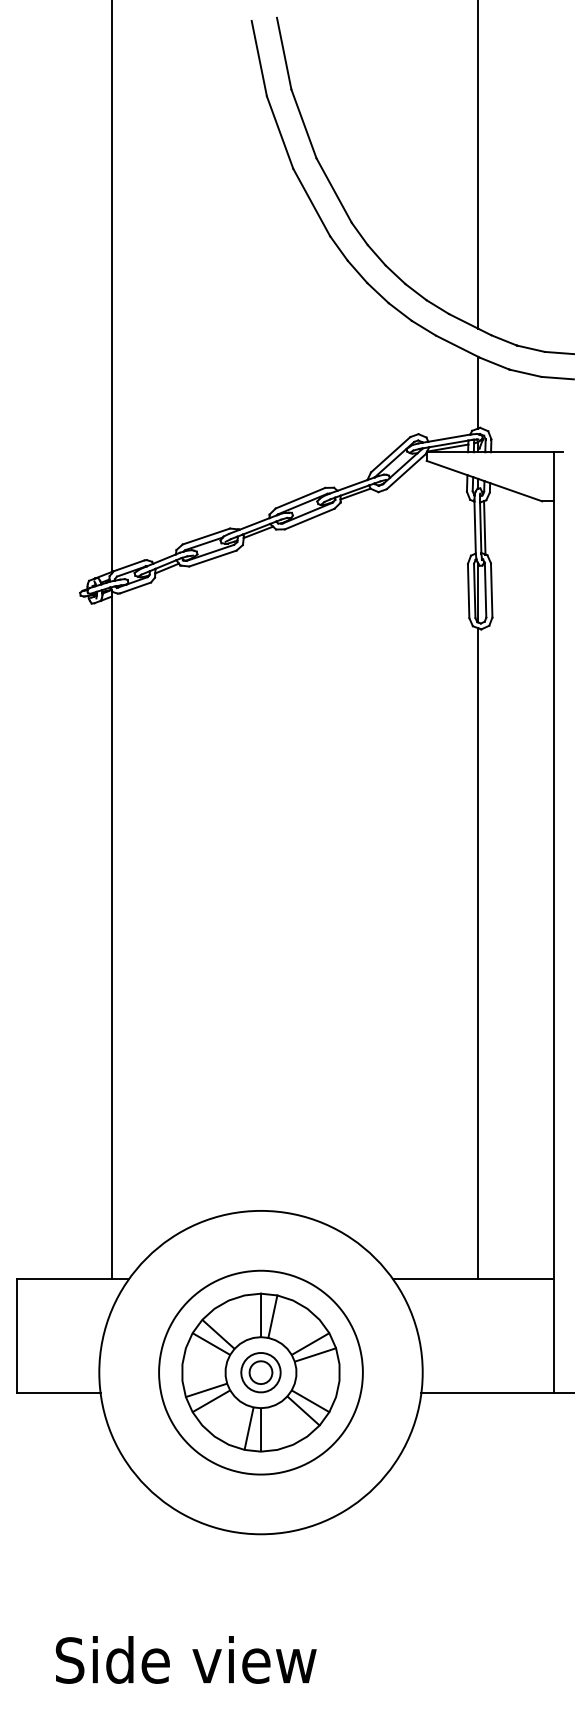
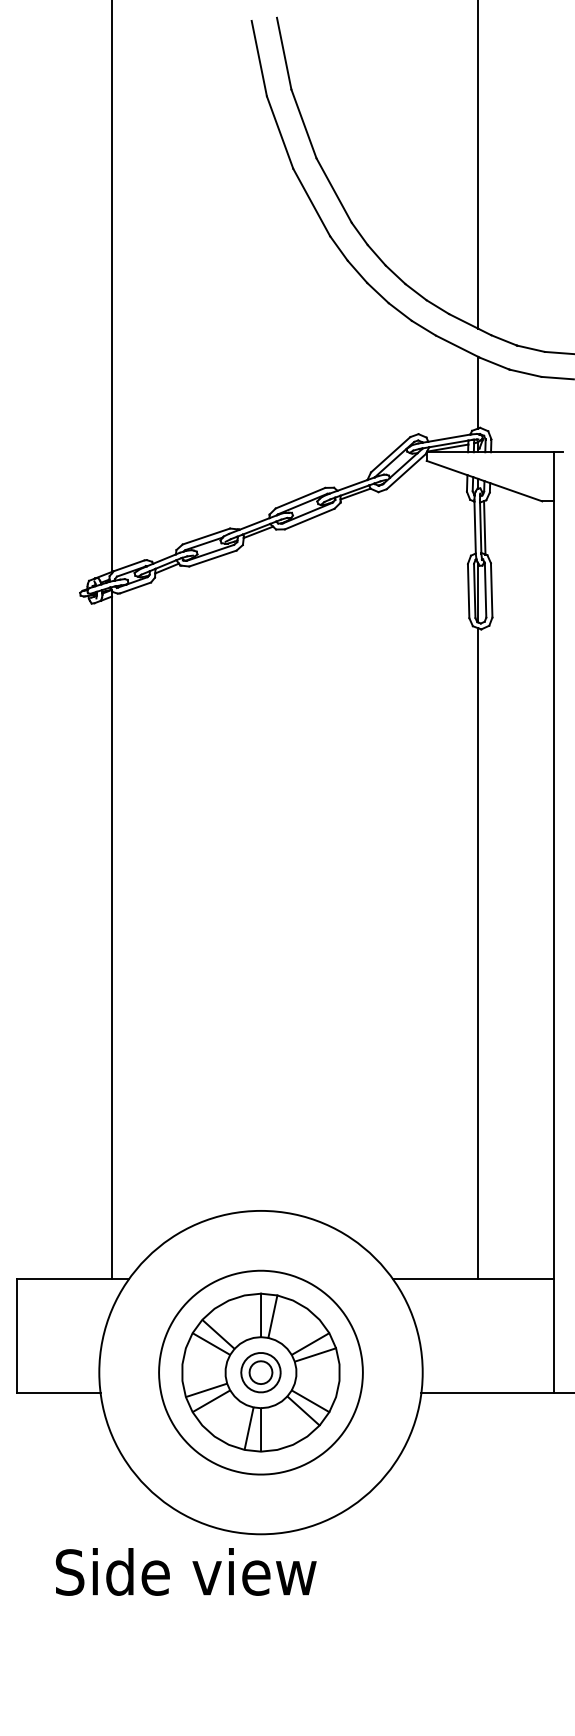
text at (185, 1659) position: (185, 1659) -> (185, 1571)
